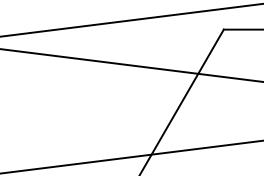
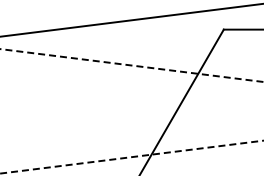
line at (132, 65): solid -> dashed
line at (131, 157): solid -> dashed
